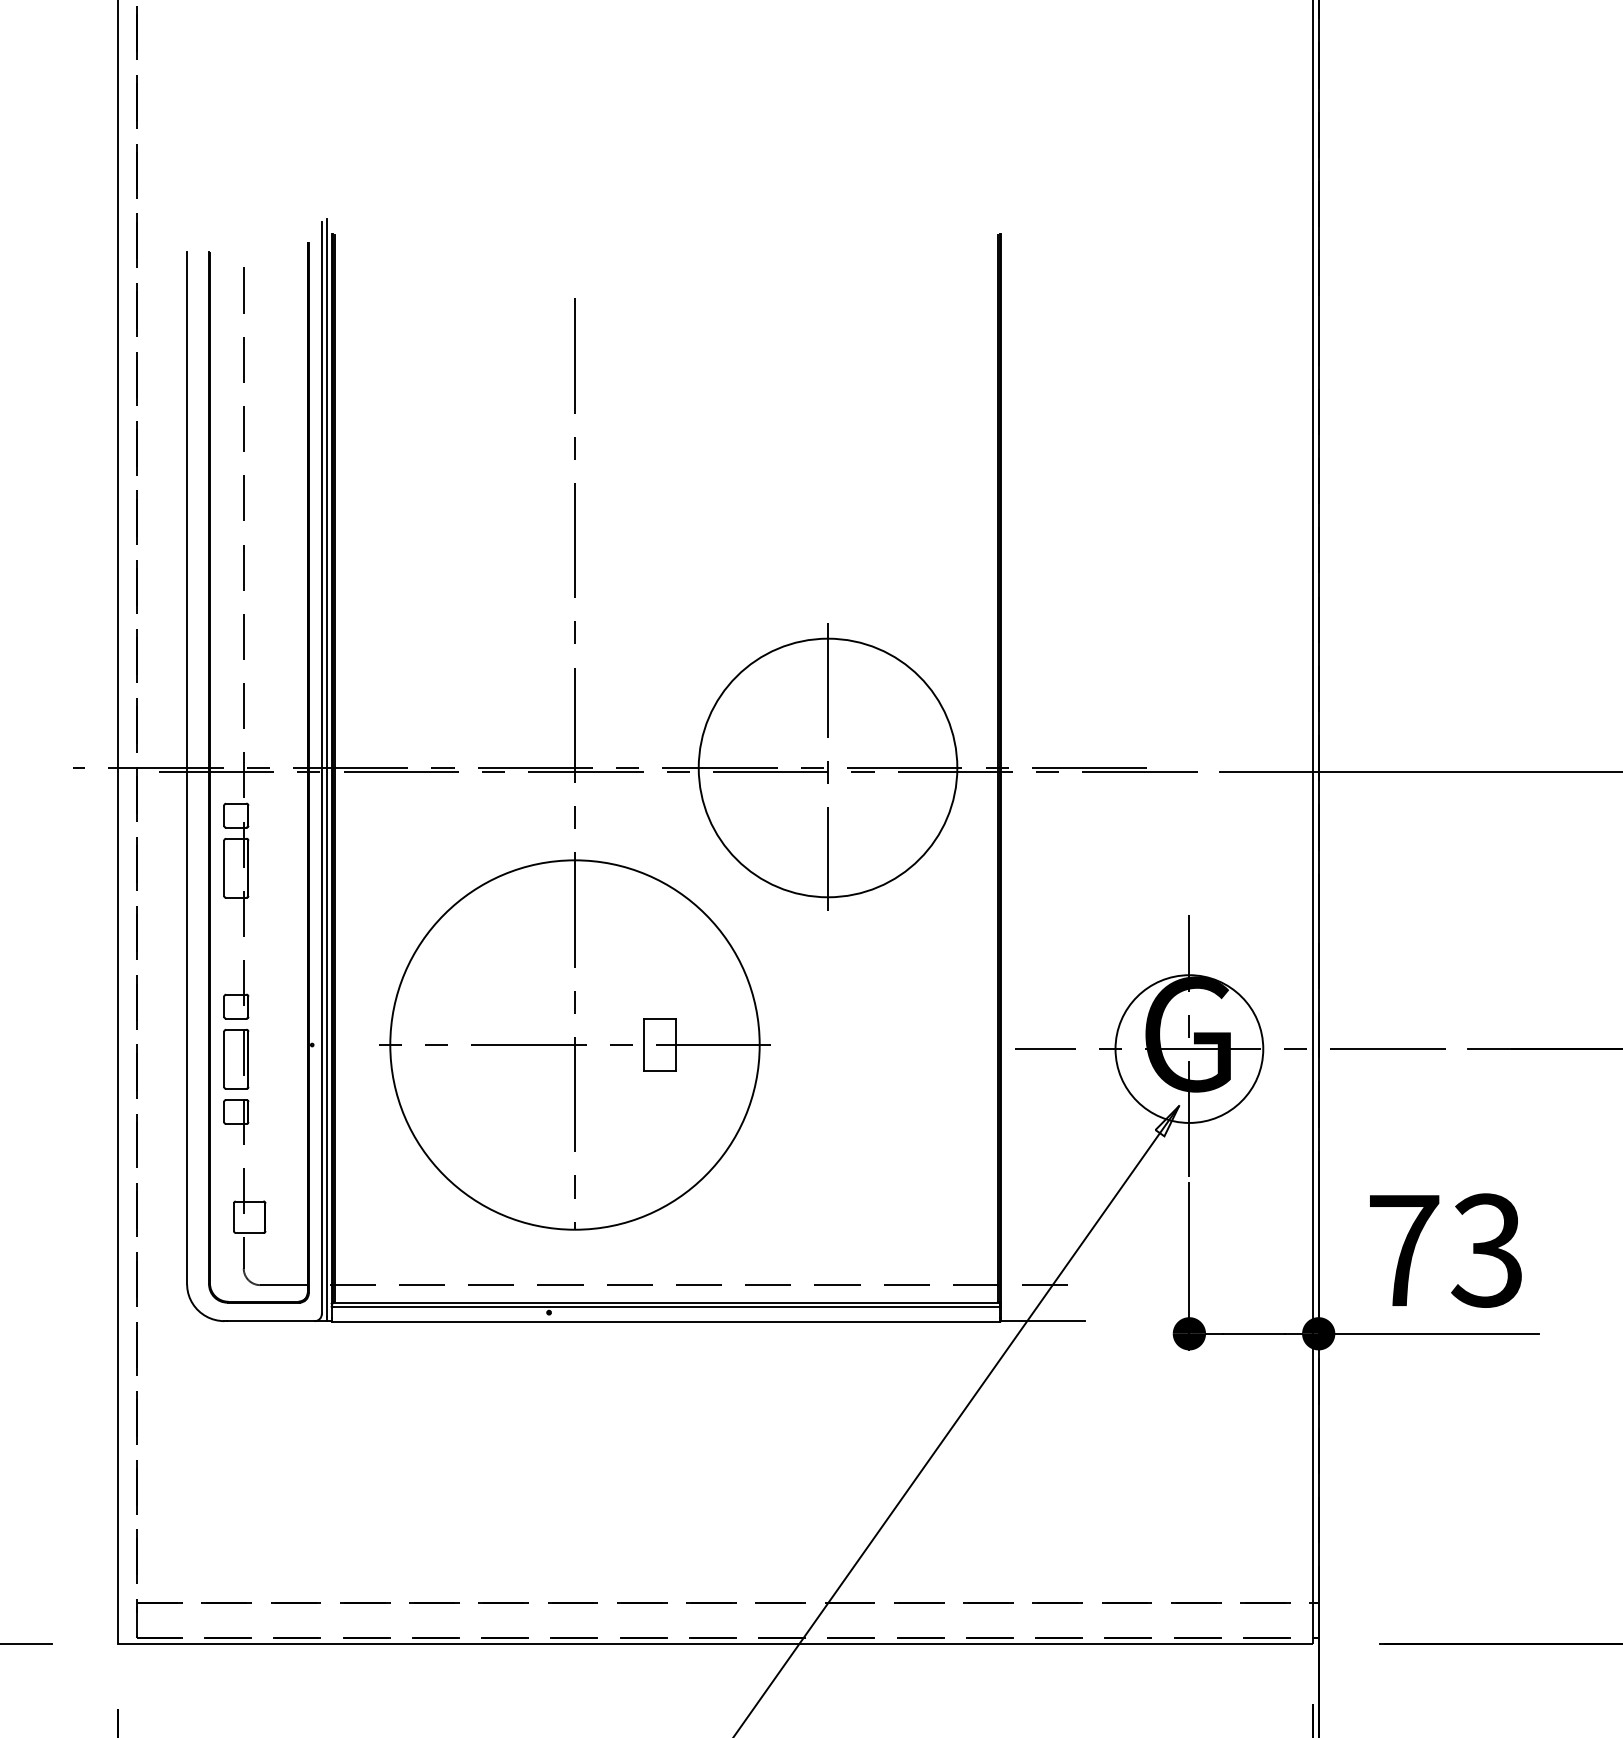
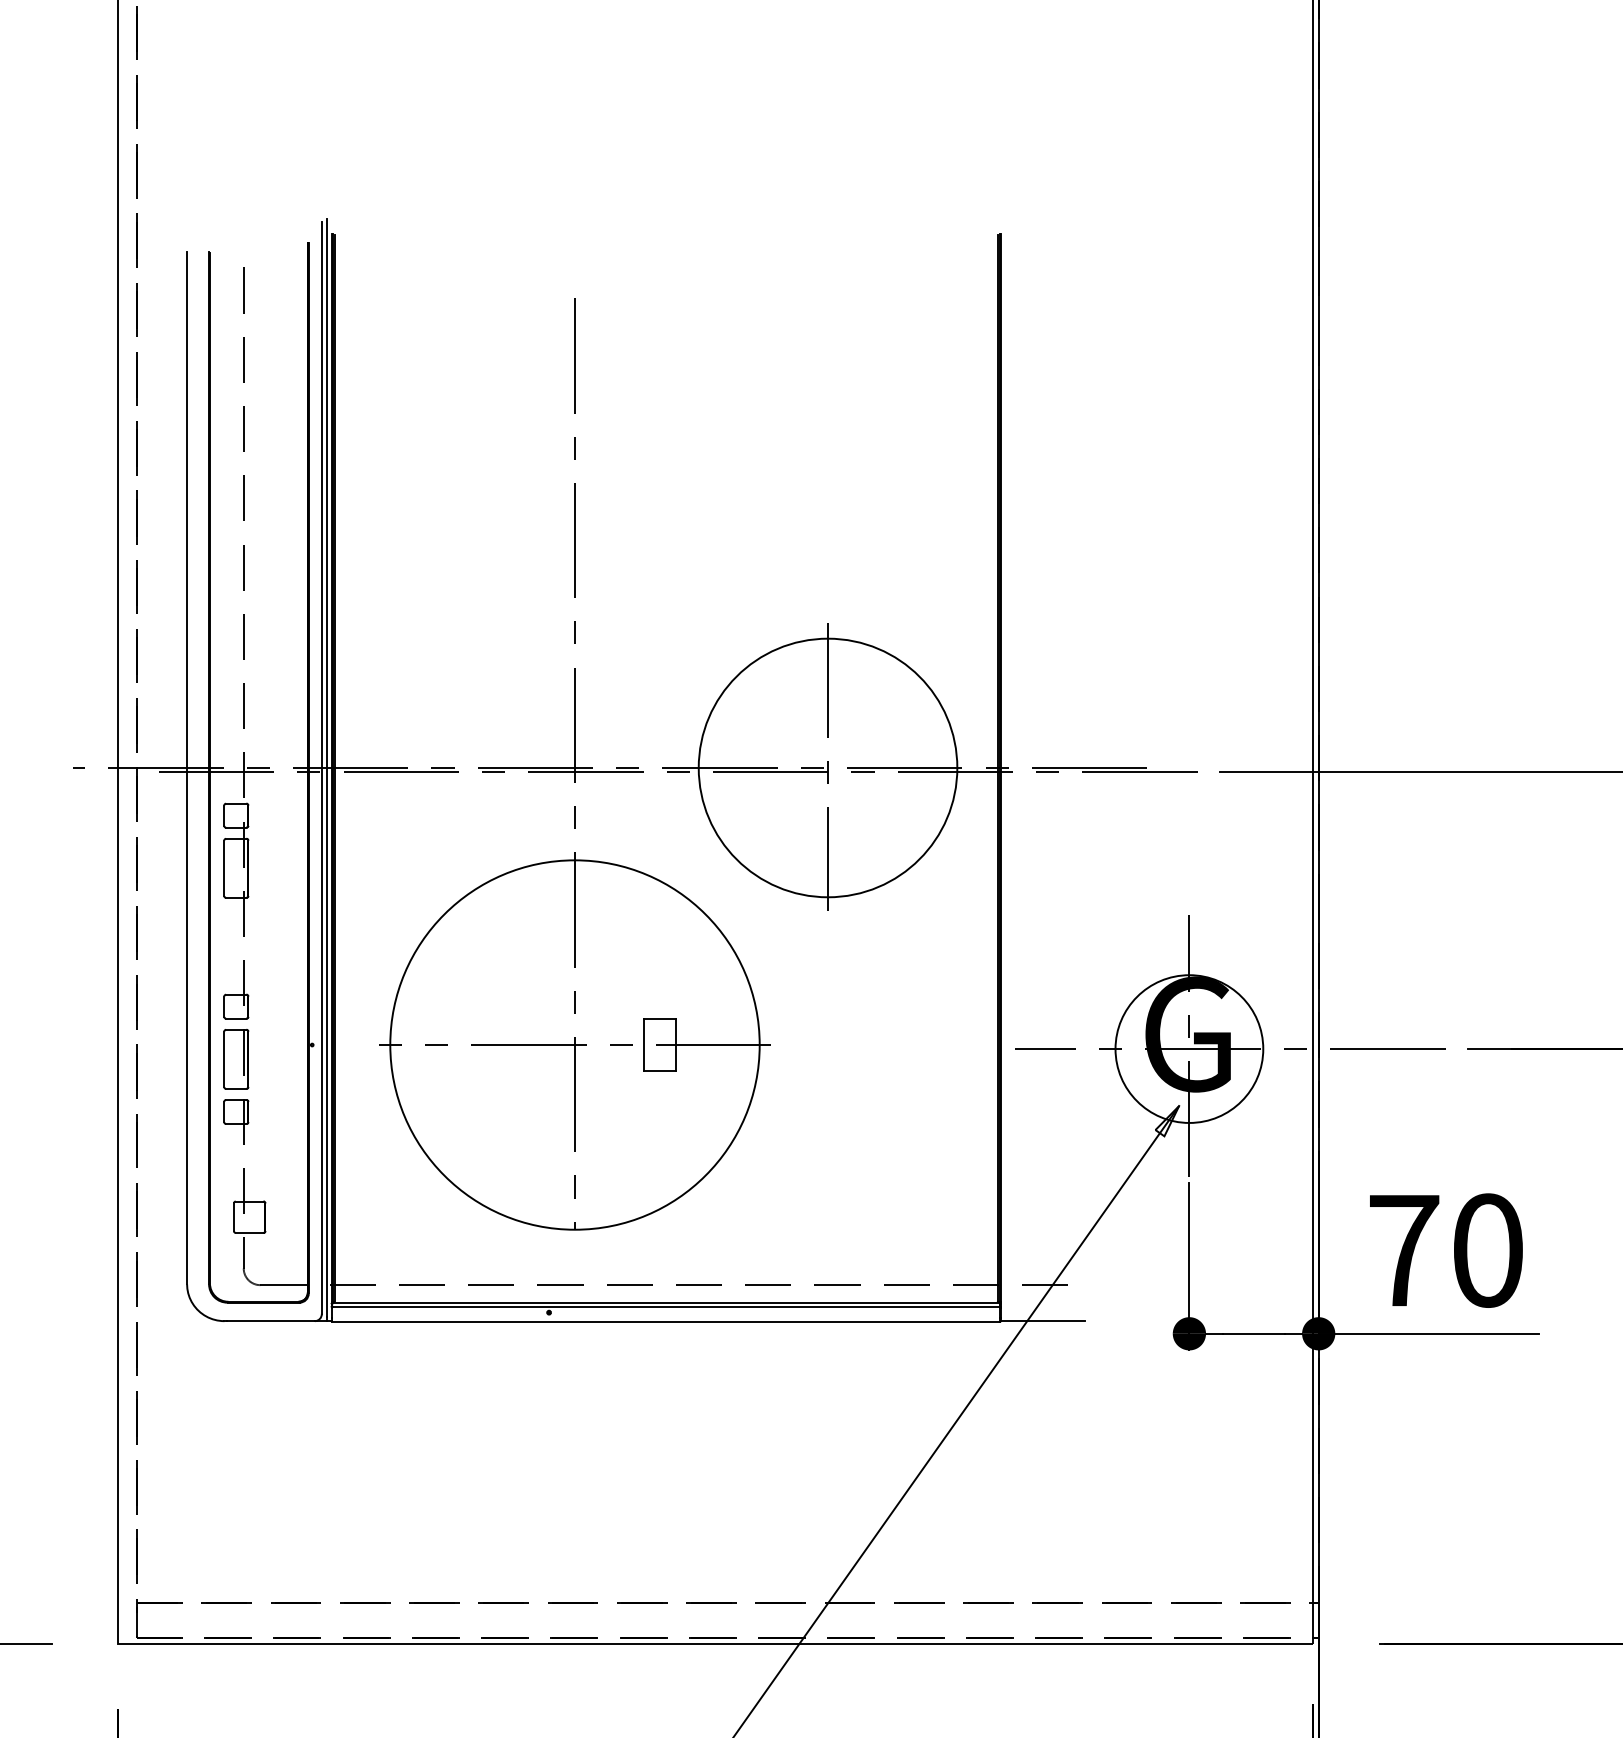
text at (1486, 1250): 73 -> 70
